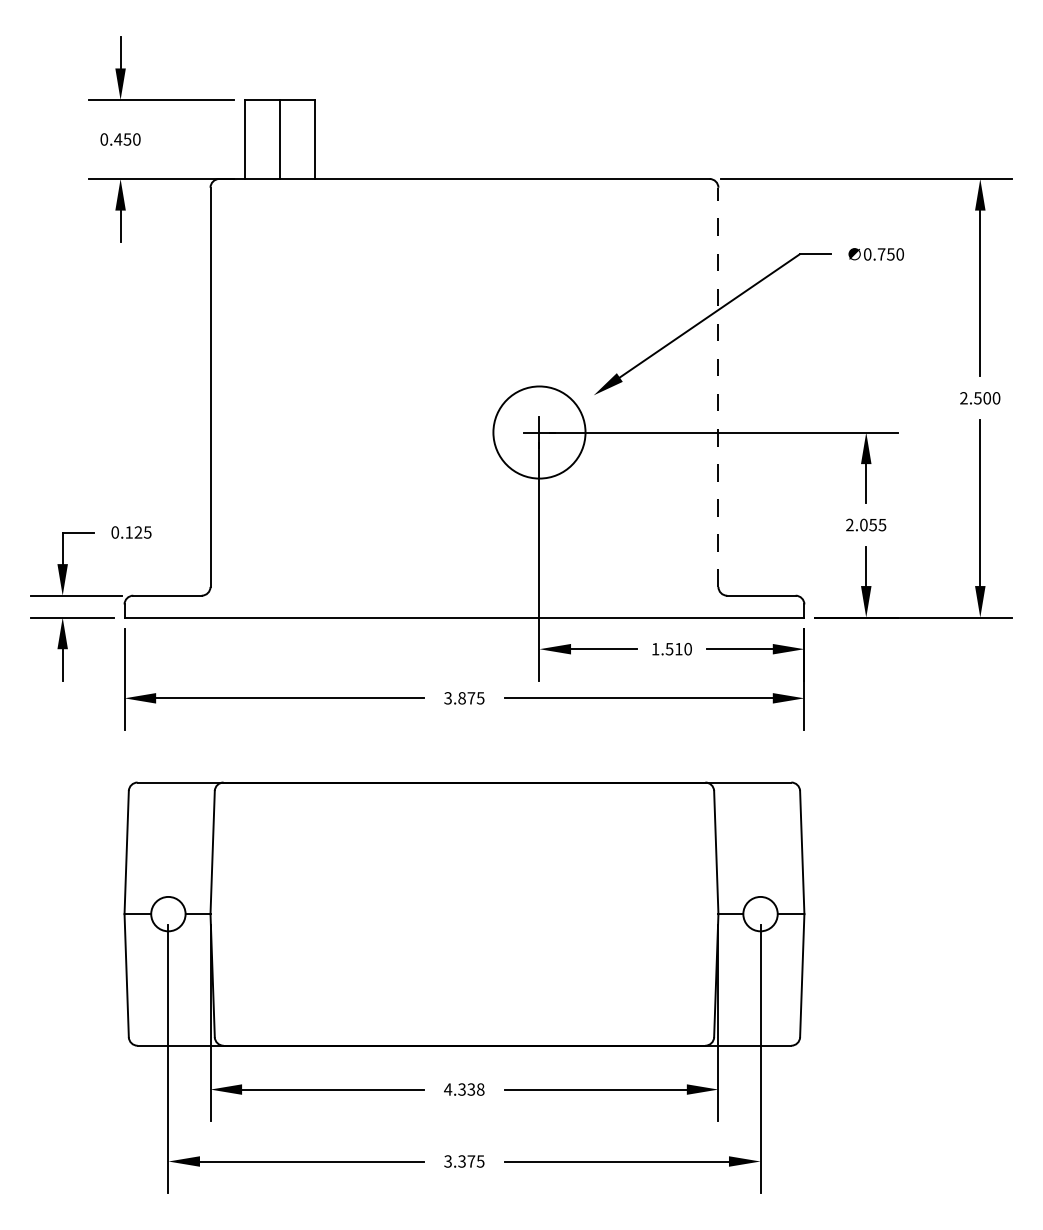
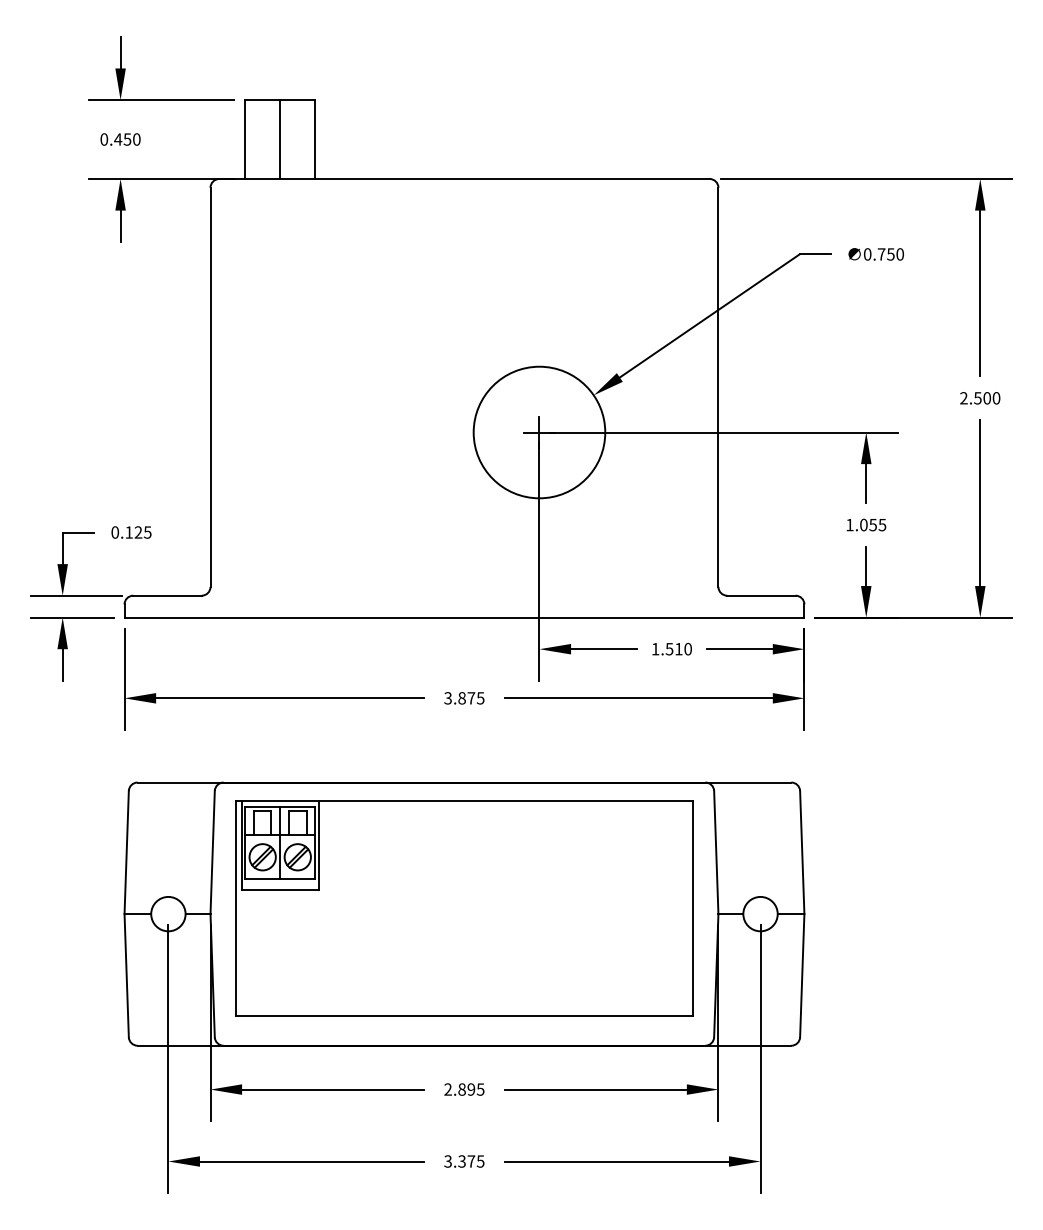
line at (718, 387): dashed -> solid
circle at (539, 432) diameter: 92 px -> 132 px
text at (849, 524): 2.055 -> 1.055
part at (464, 908): none -> present
text at (464, 1089): 4.338 -> 2.895
